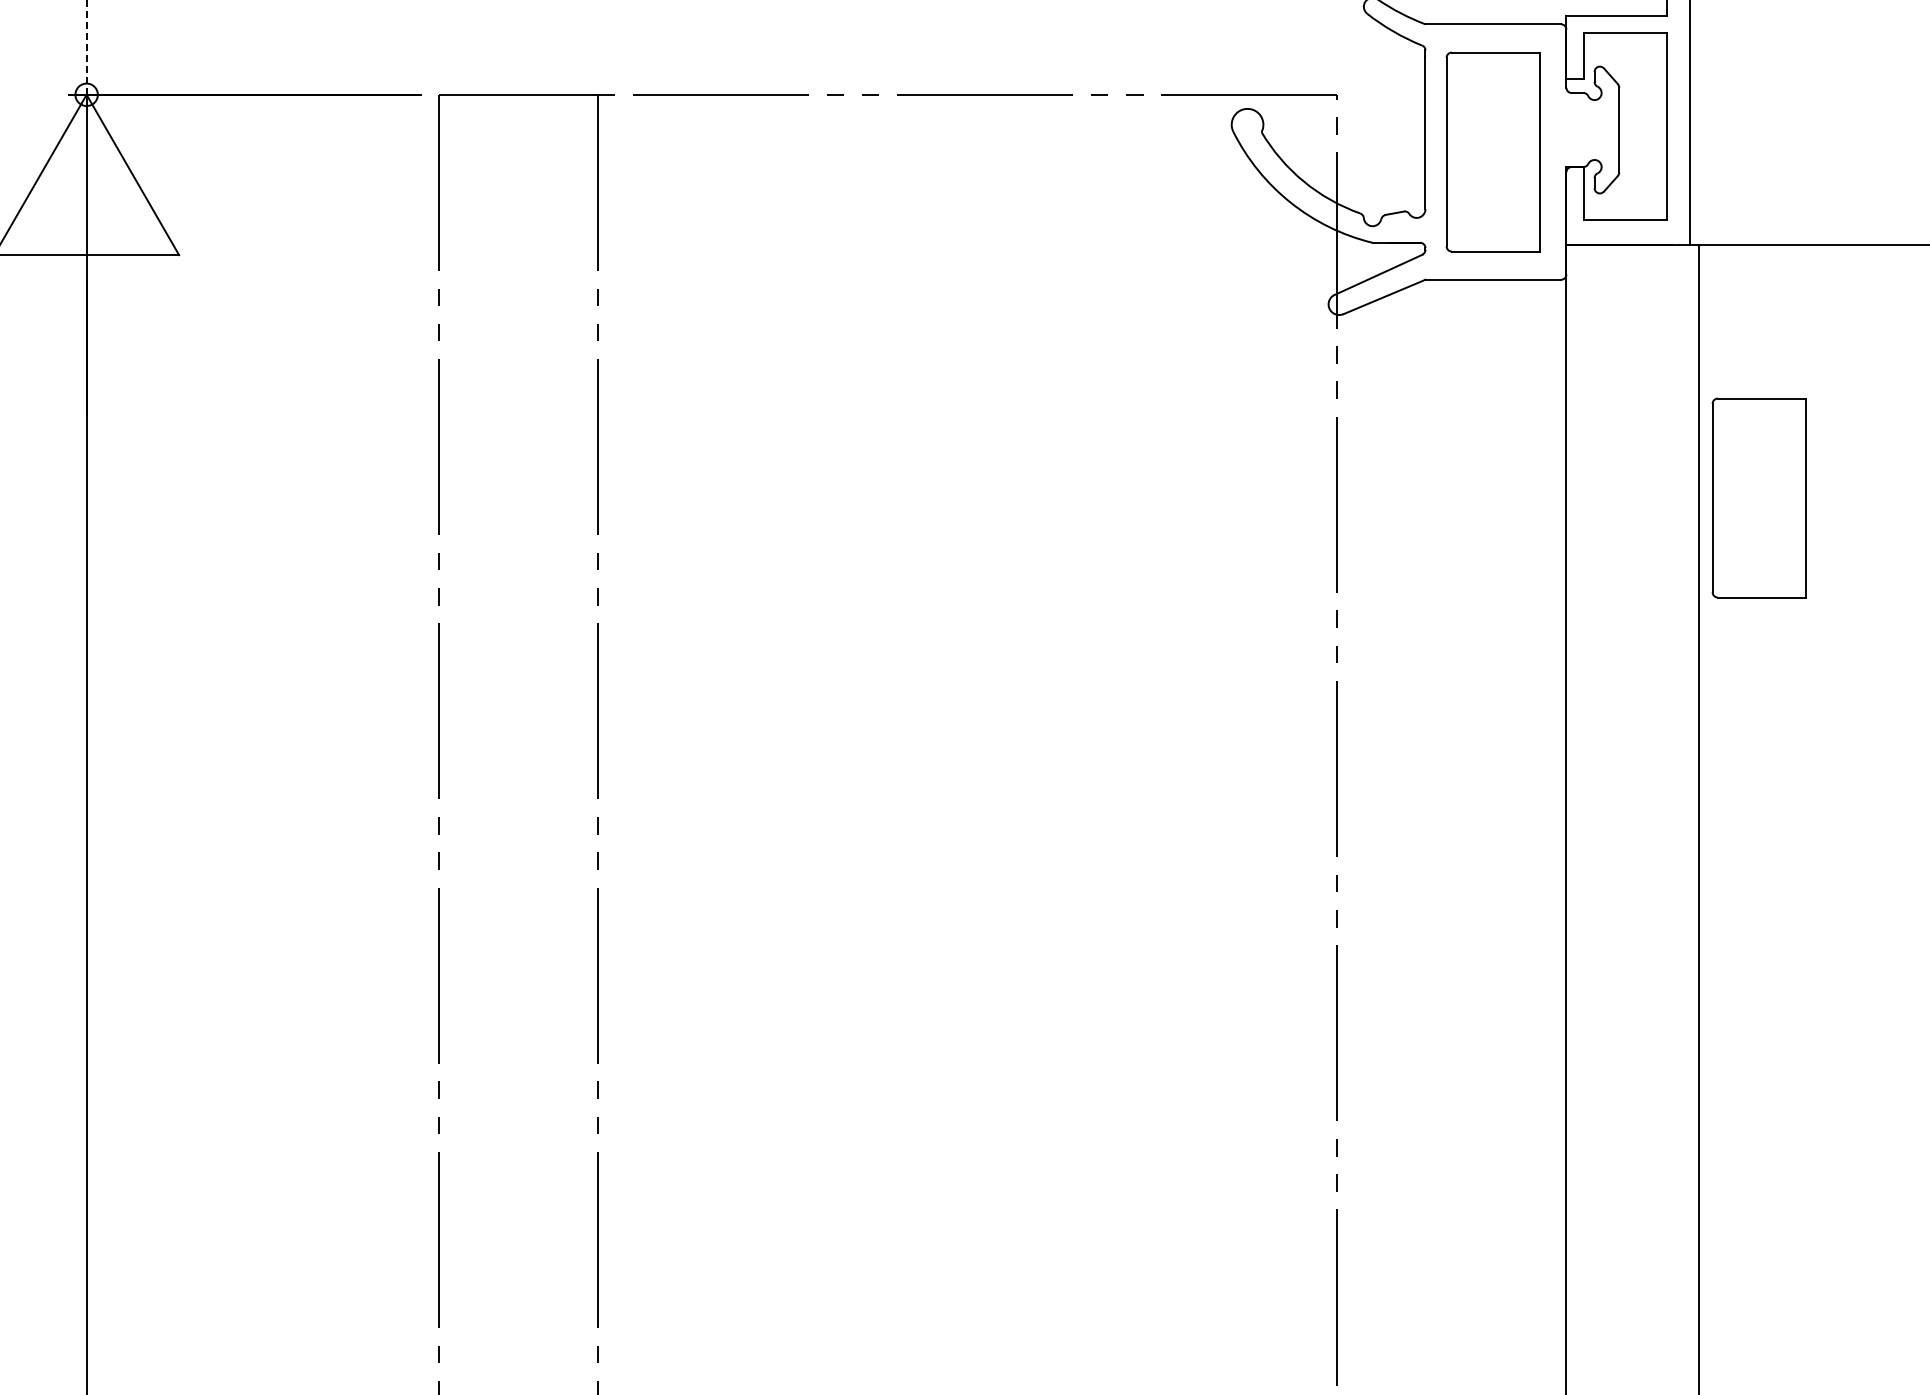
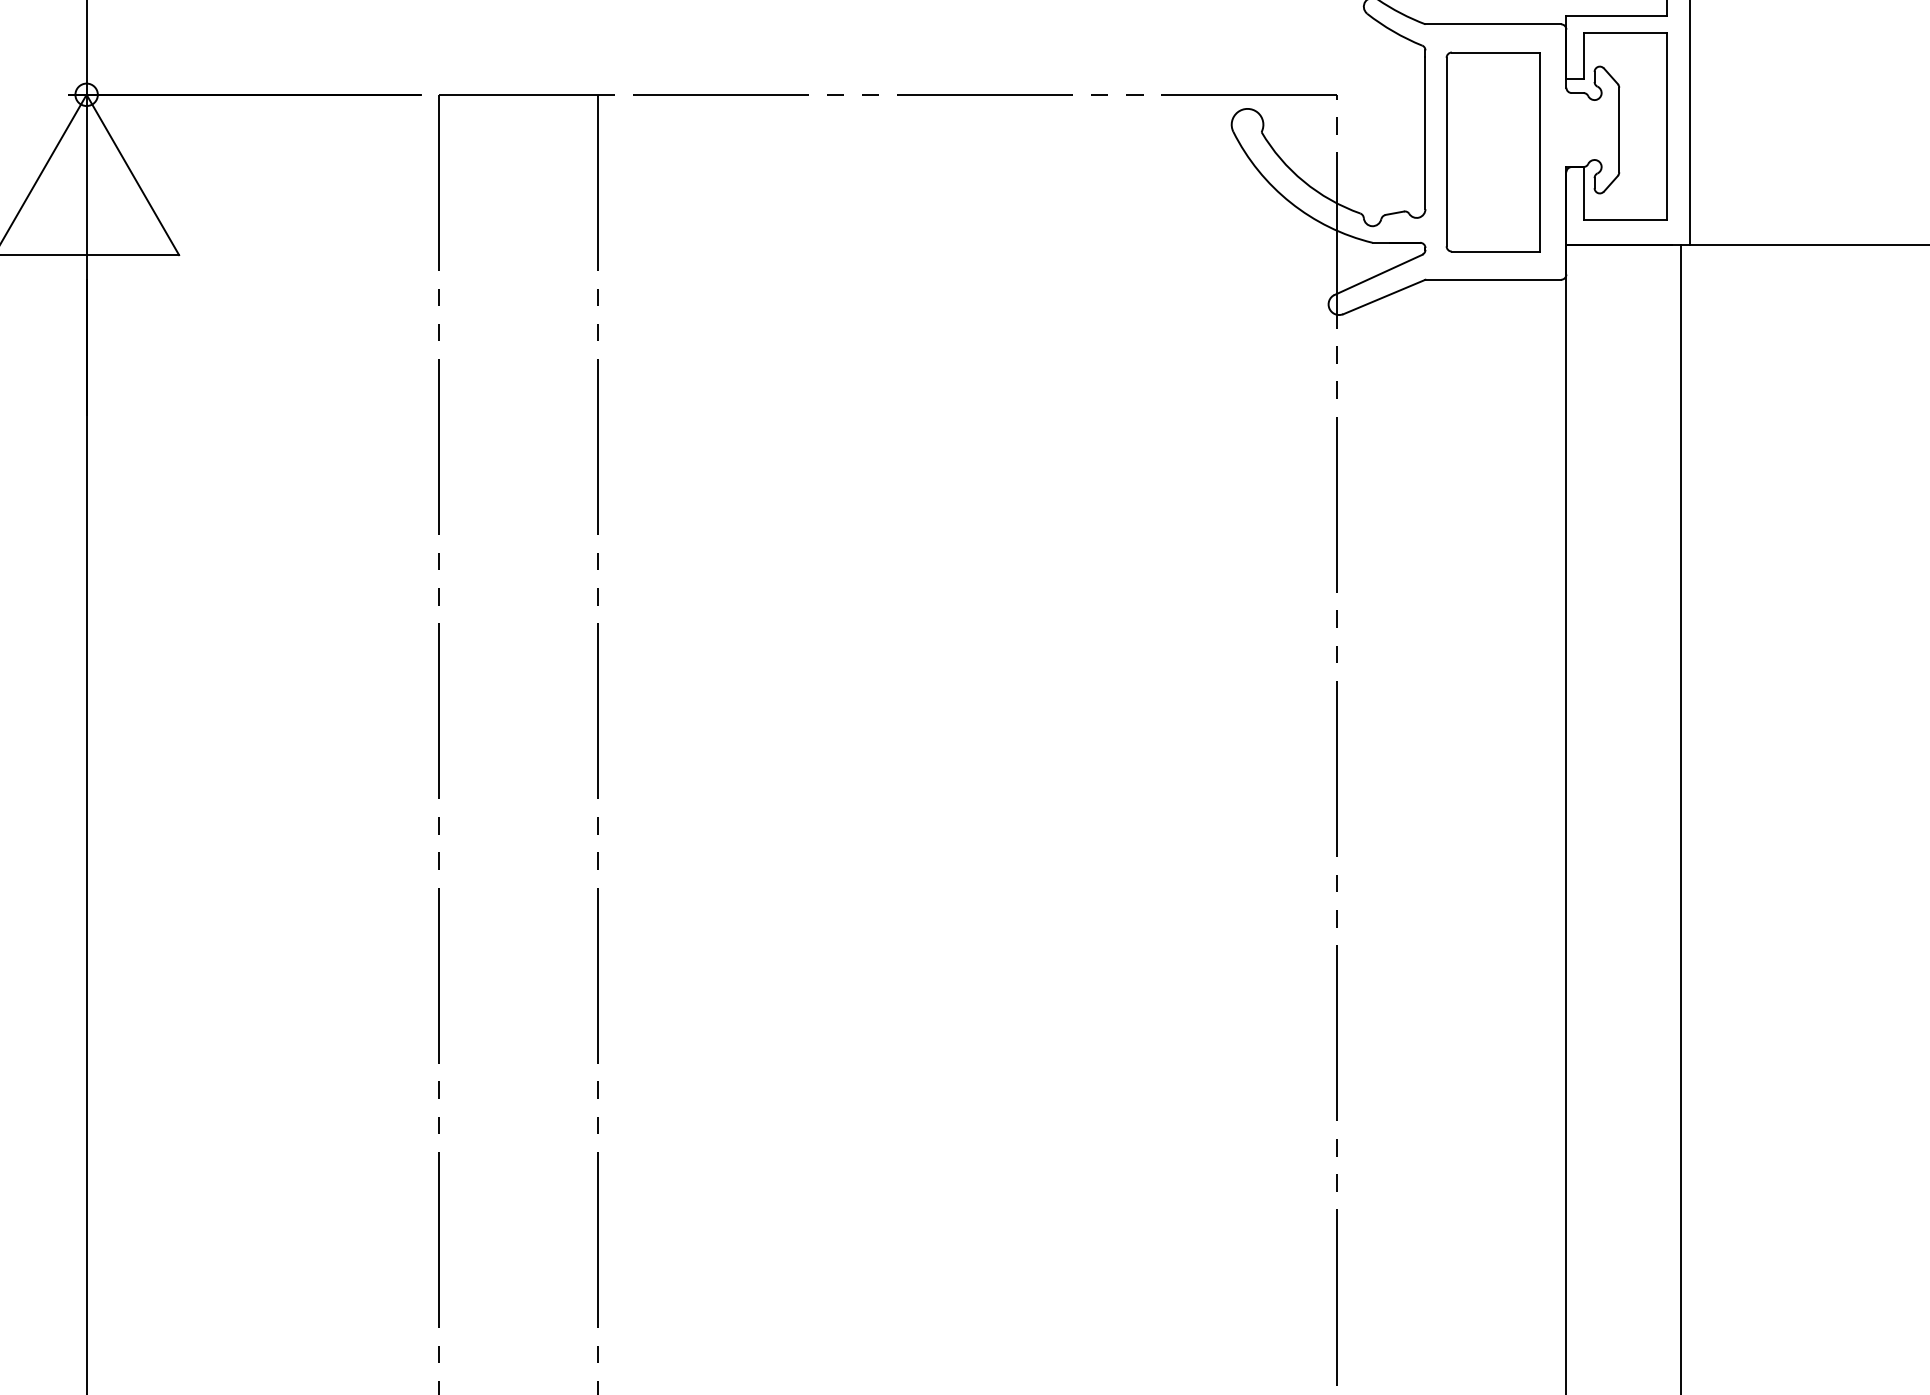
line at (86, 47): dashed -> solid
part at (1758, 497): present -> none
line at (1698, 817) position: (1698, 817) -> (1680, 817)
